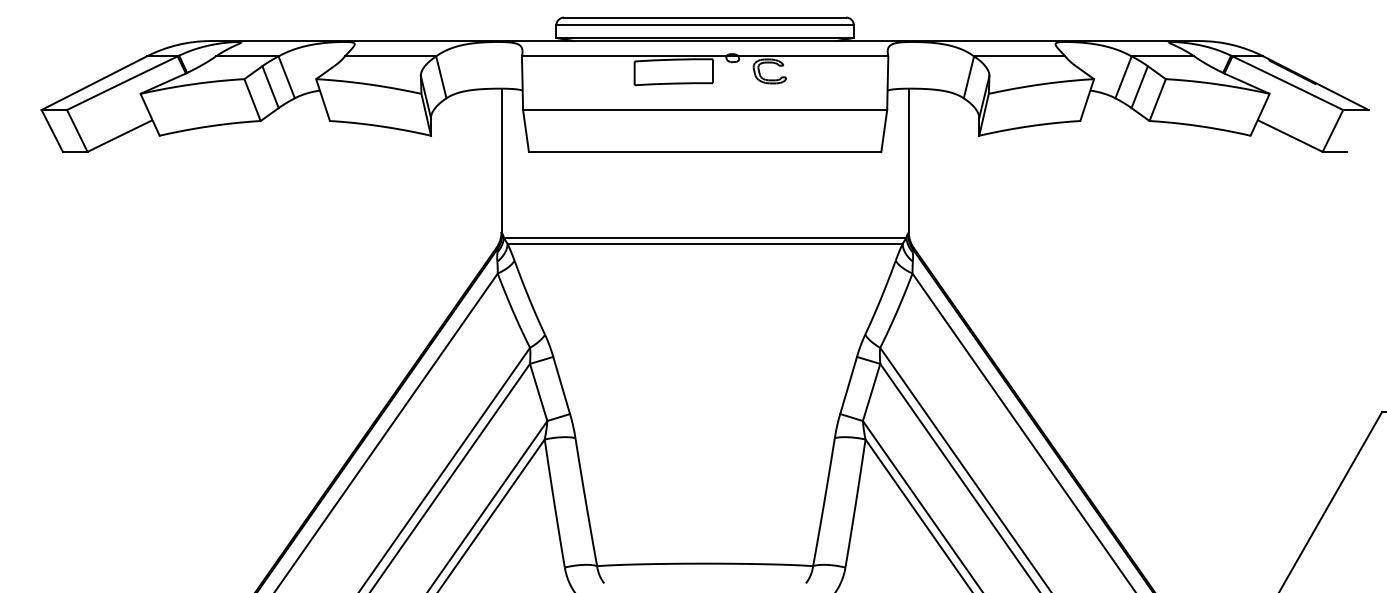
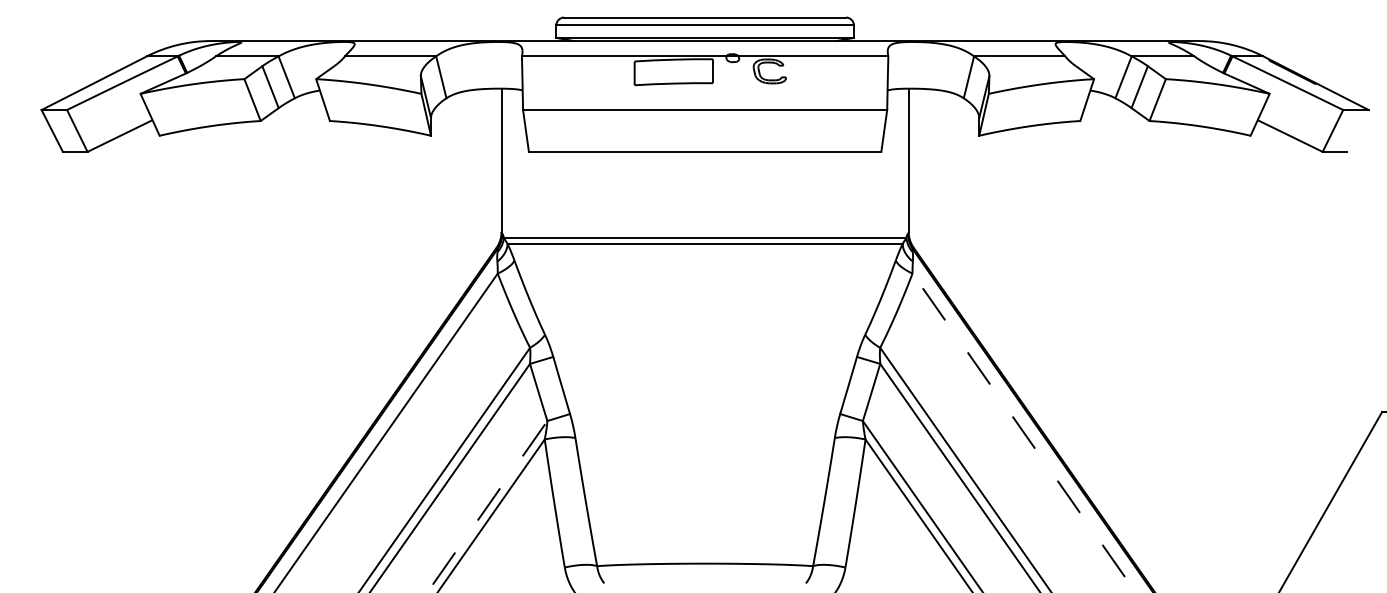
line at (1024, 433): solid -> dashed
line at (487, 506): solid -> dashed
